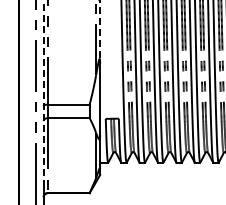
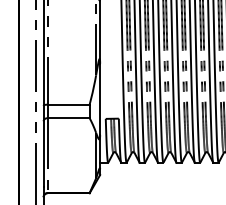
line at (100, 32): dashed -> solid
line at (43, 93): dashed -> solid
